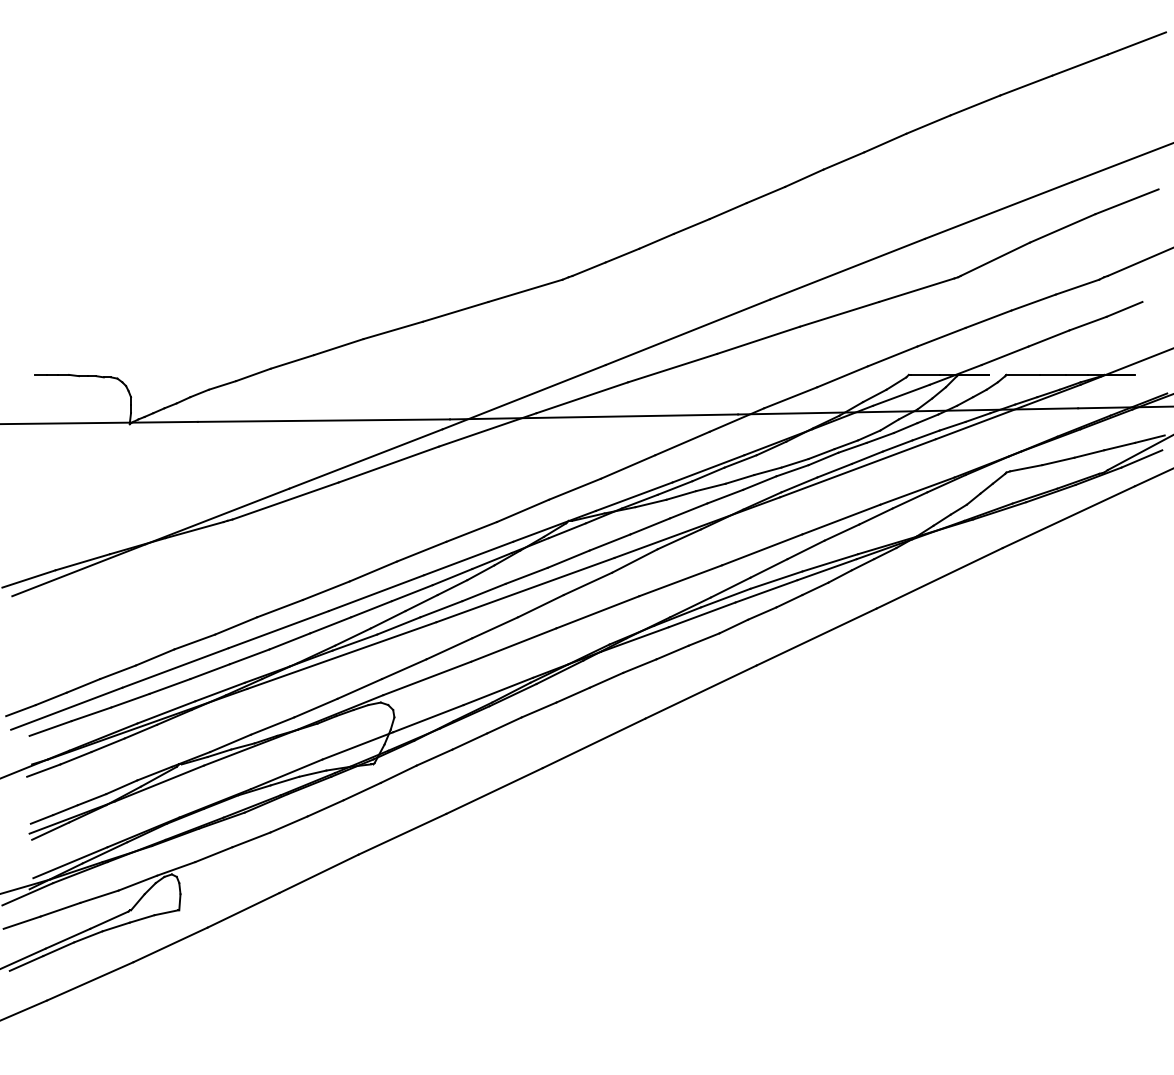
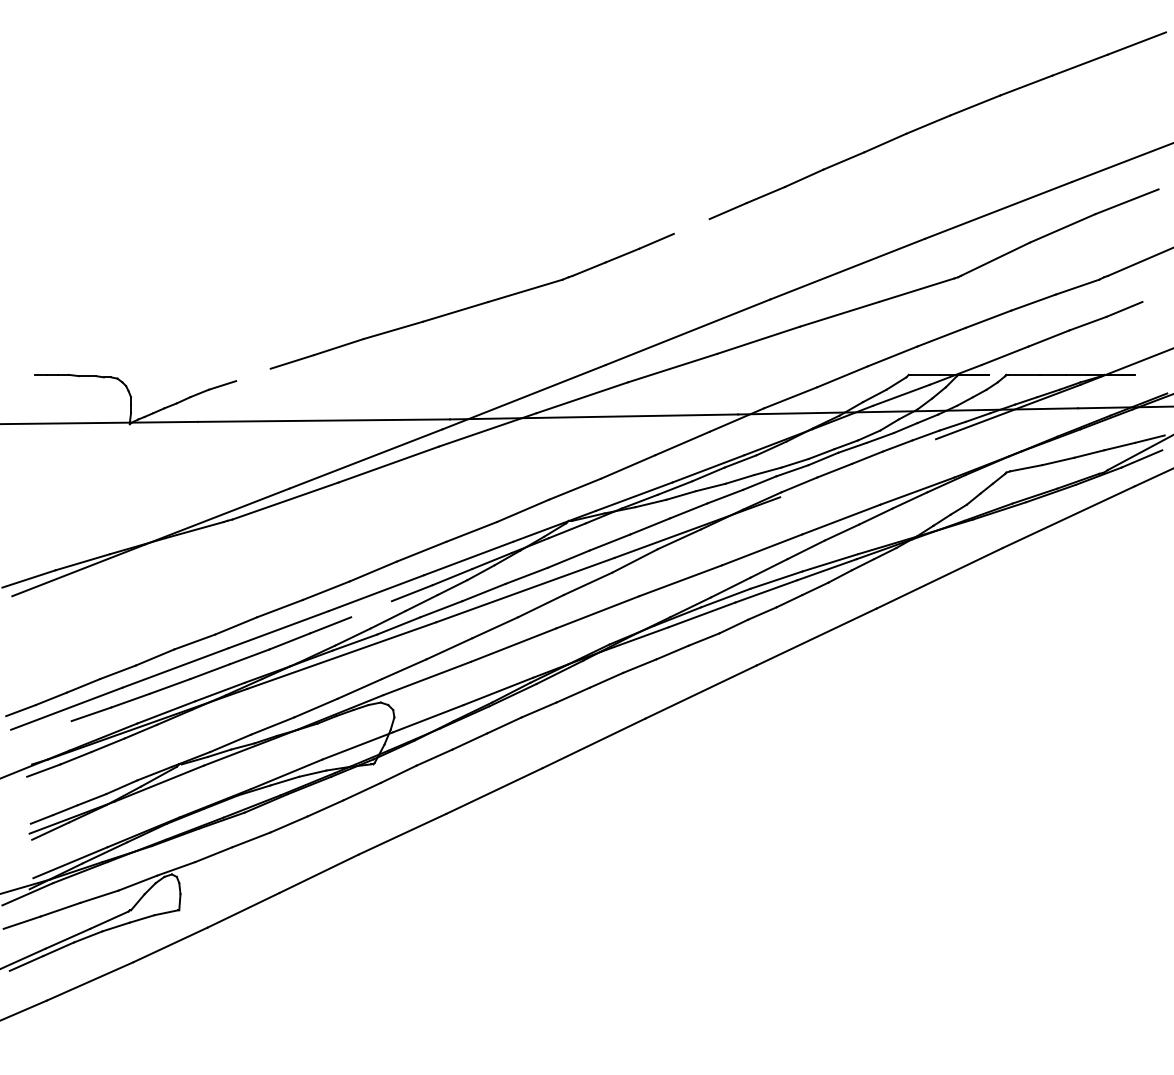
line at (691, 226): present -> none
line at (253, 374): present -> none
line at (857, 468): present -> none
line at (371, 609): present -> none
line at (50, 728): present -> none
